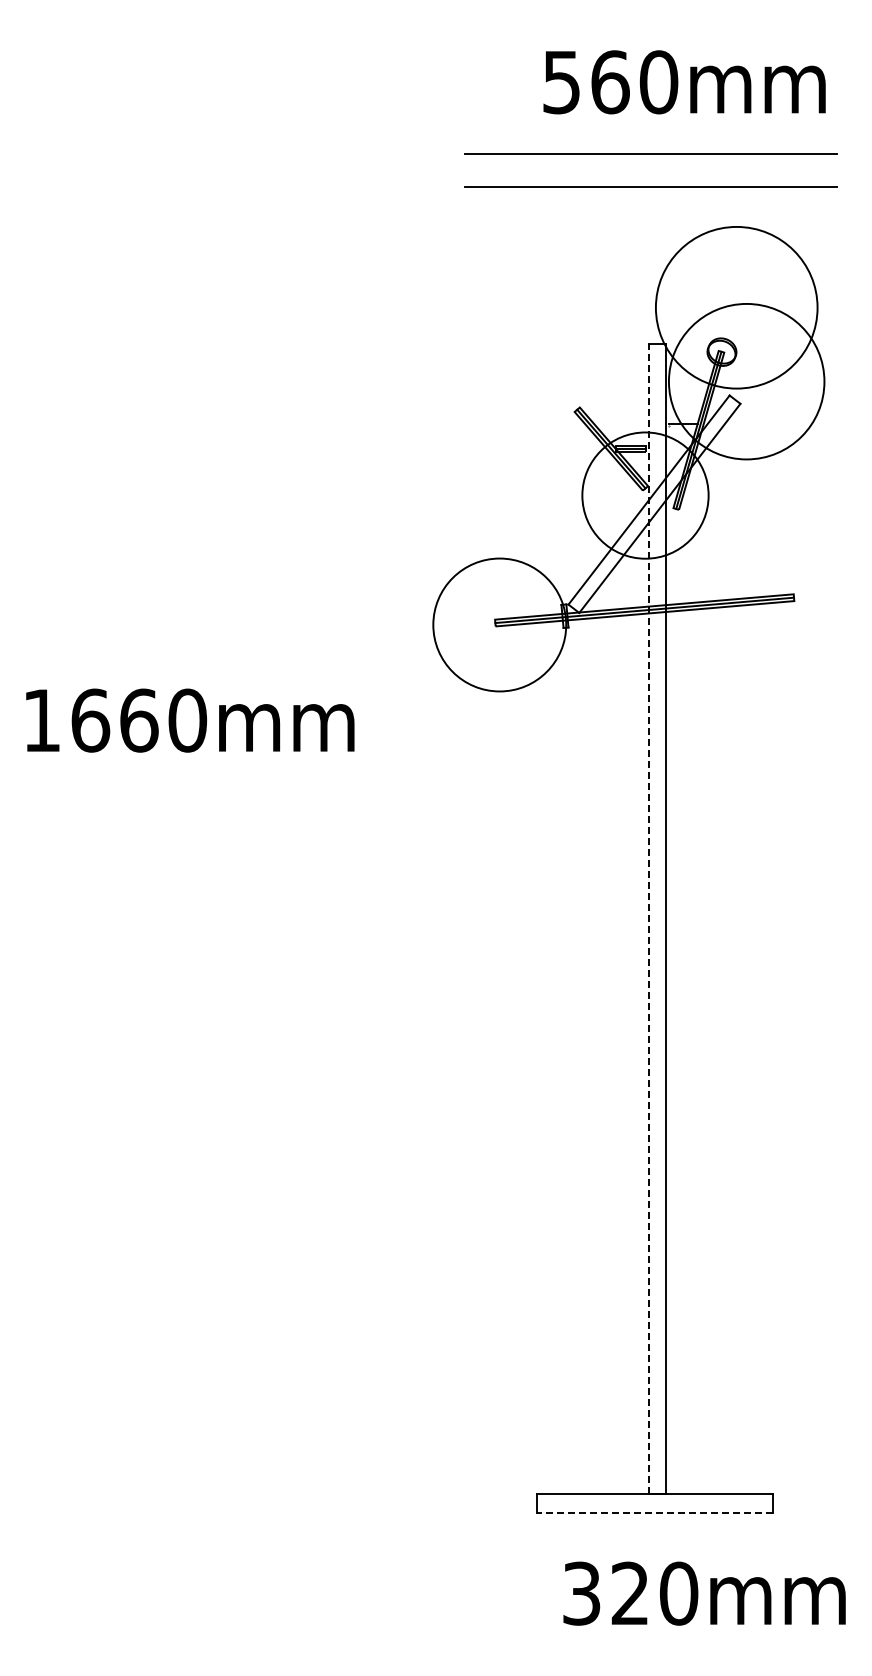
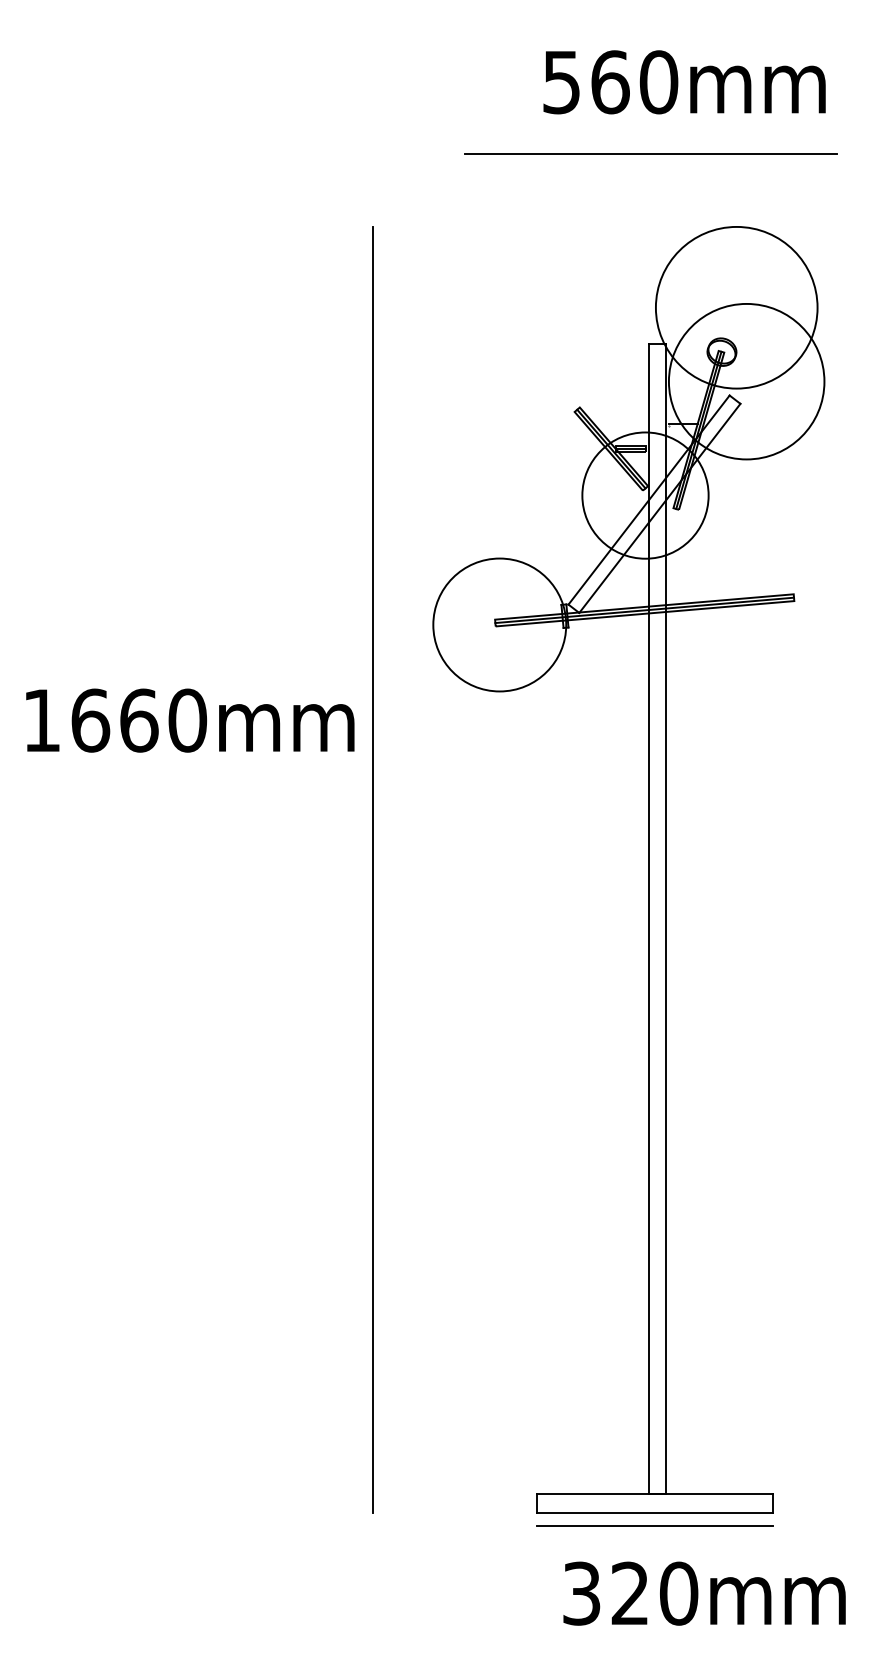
line at (650, 186): present -> none
line at (372, 869): none -> present
line at (649, 918): dashed -> solid
line at (654, 1512): dashed -> solid
line at (654, 1525): none -> present
